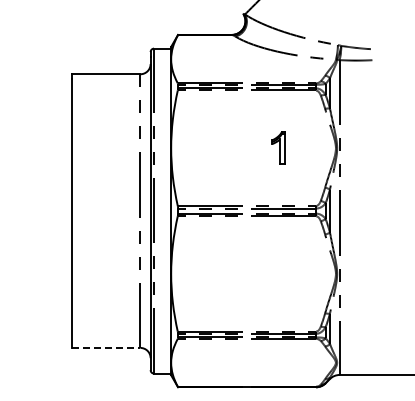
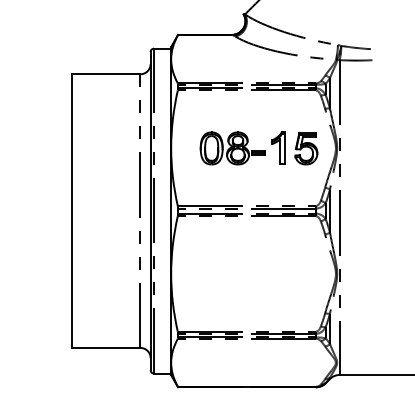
part at (232, 148): none -> present
part at (306, 148): none -> present
line at (106, 347): dashed -> solid
